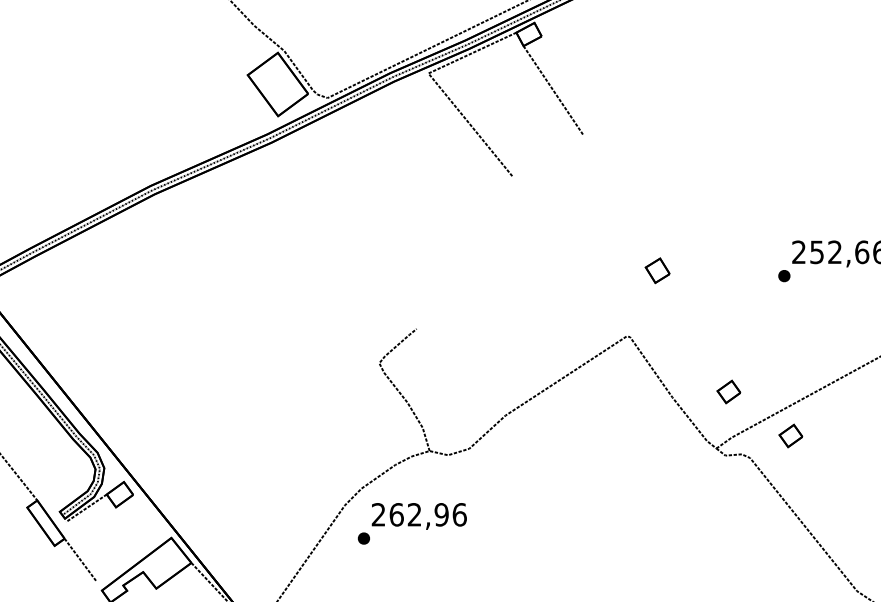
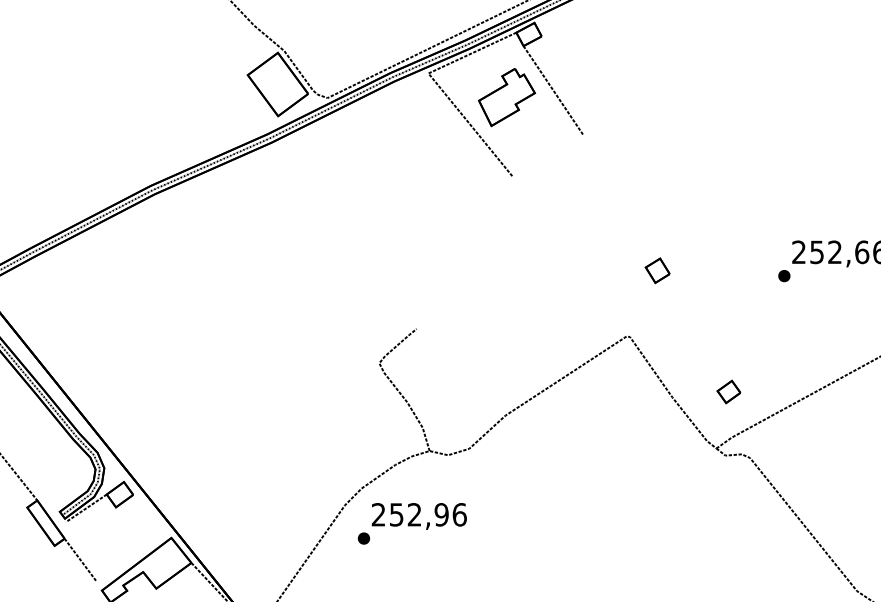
part at (507, 97): none -> present
part at (790, 435): present -> none
text at (396, 514): 262,96 -> 252,96
